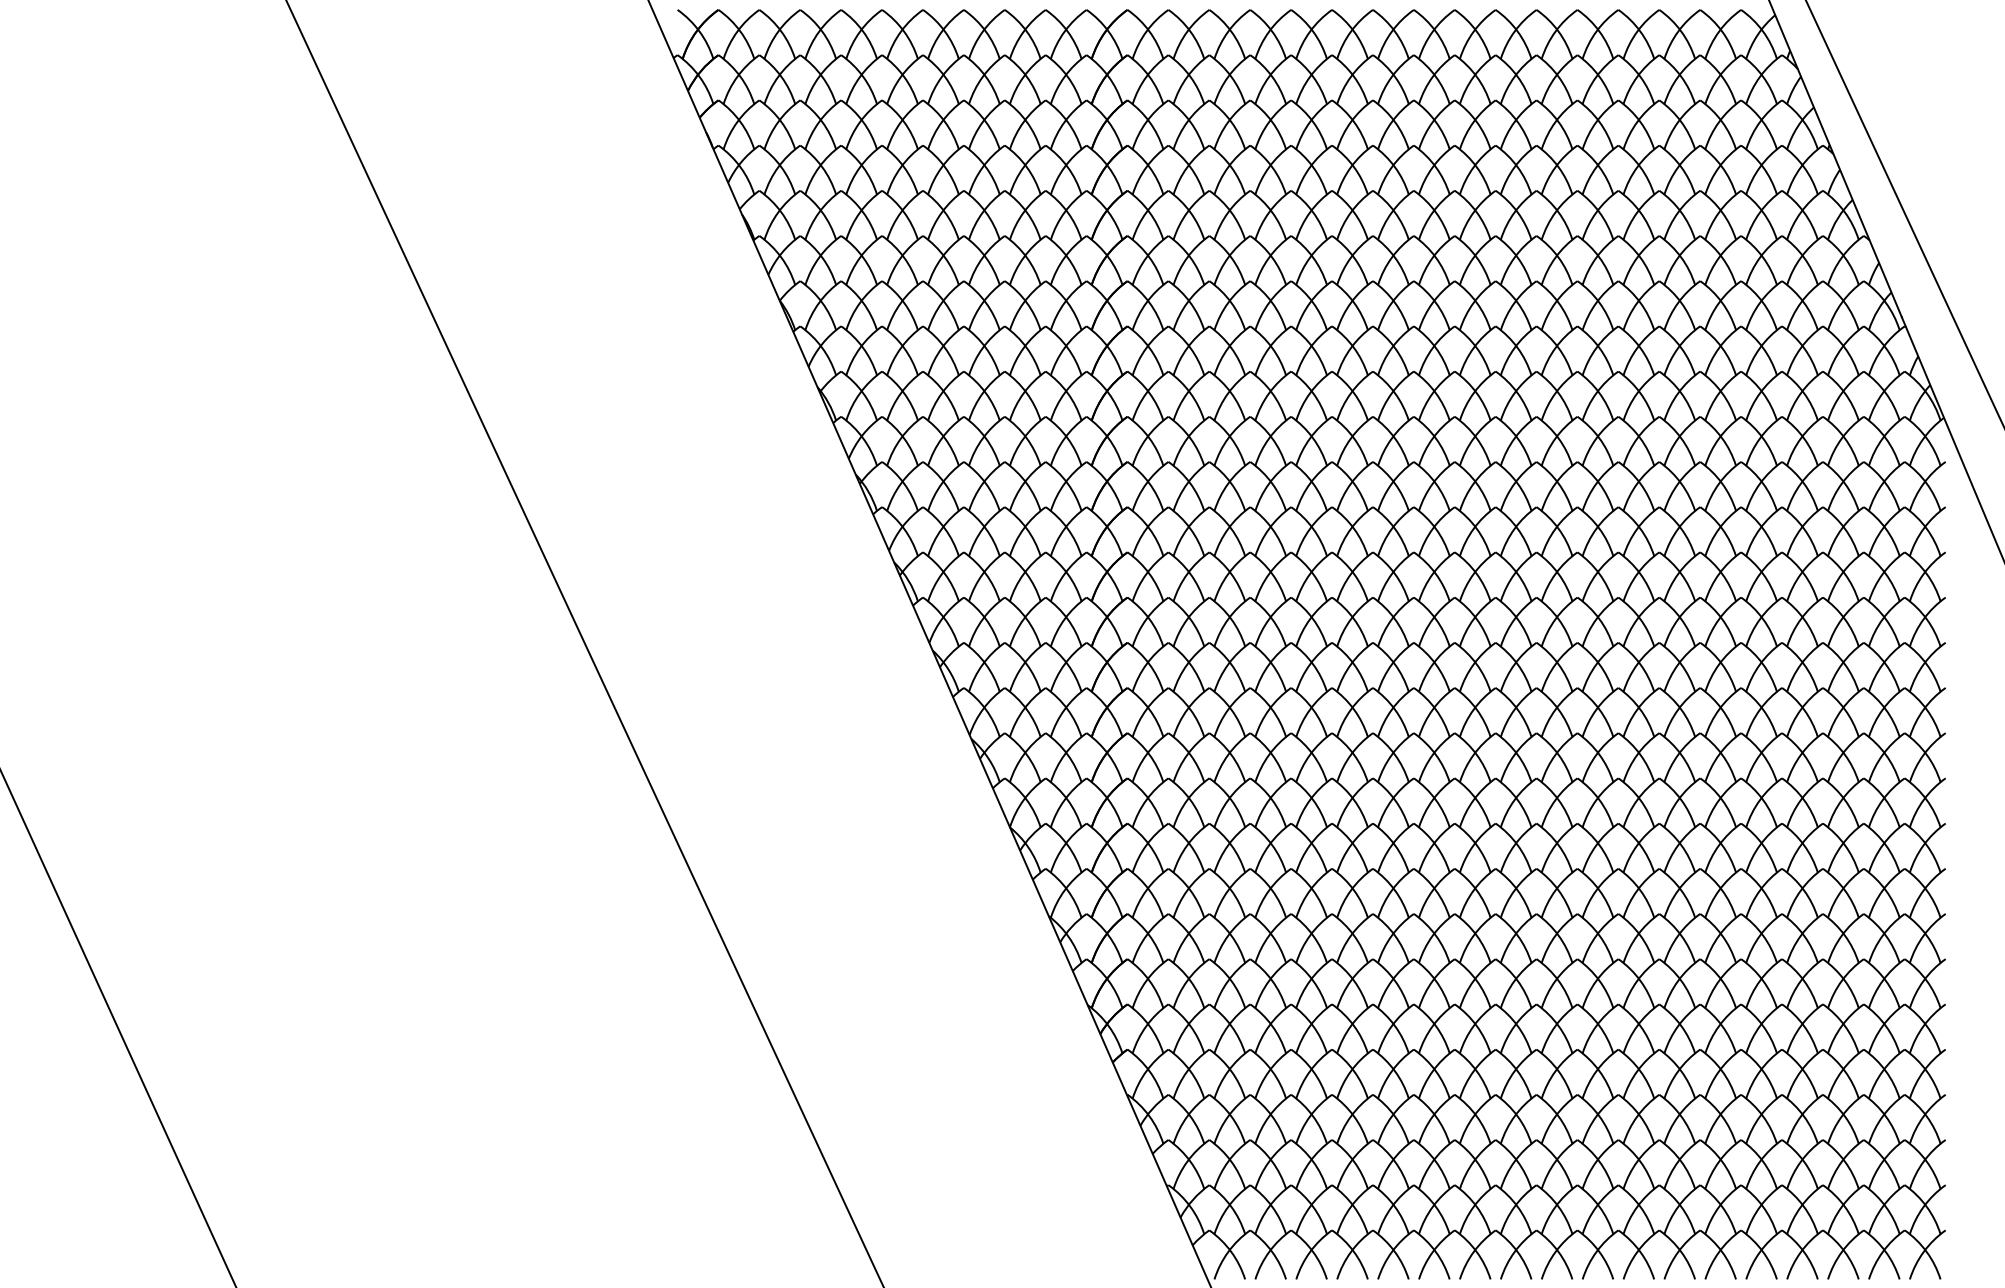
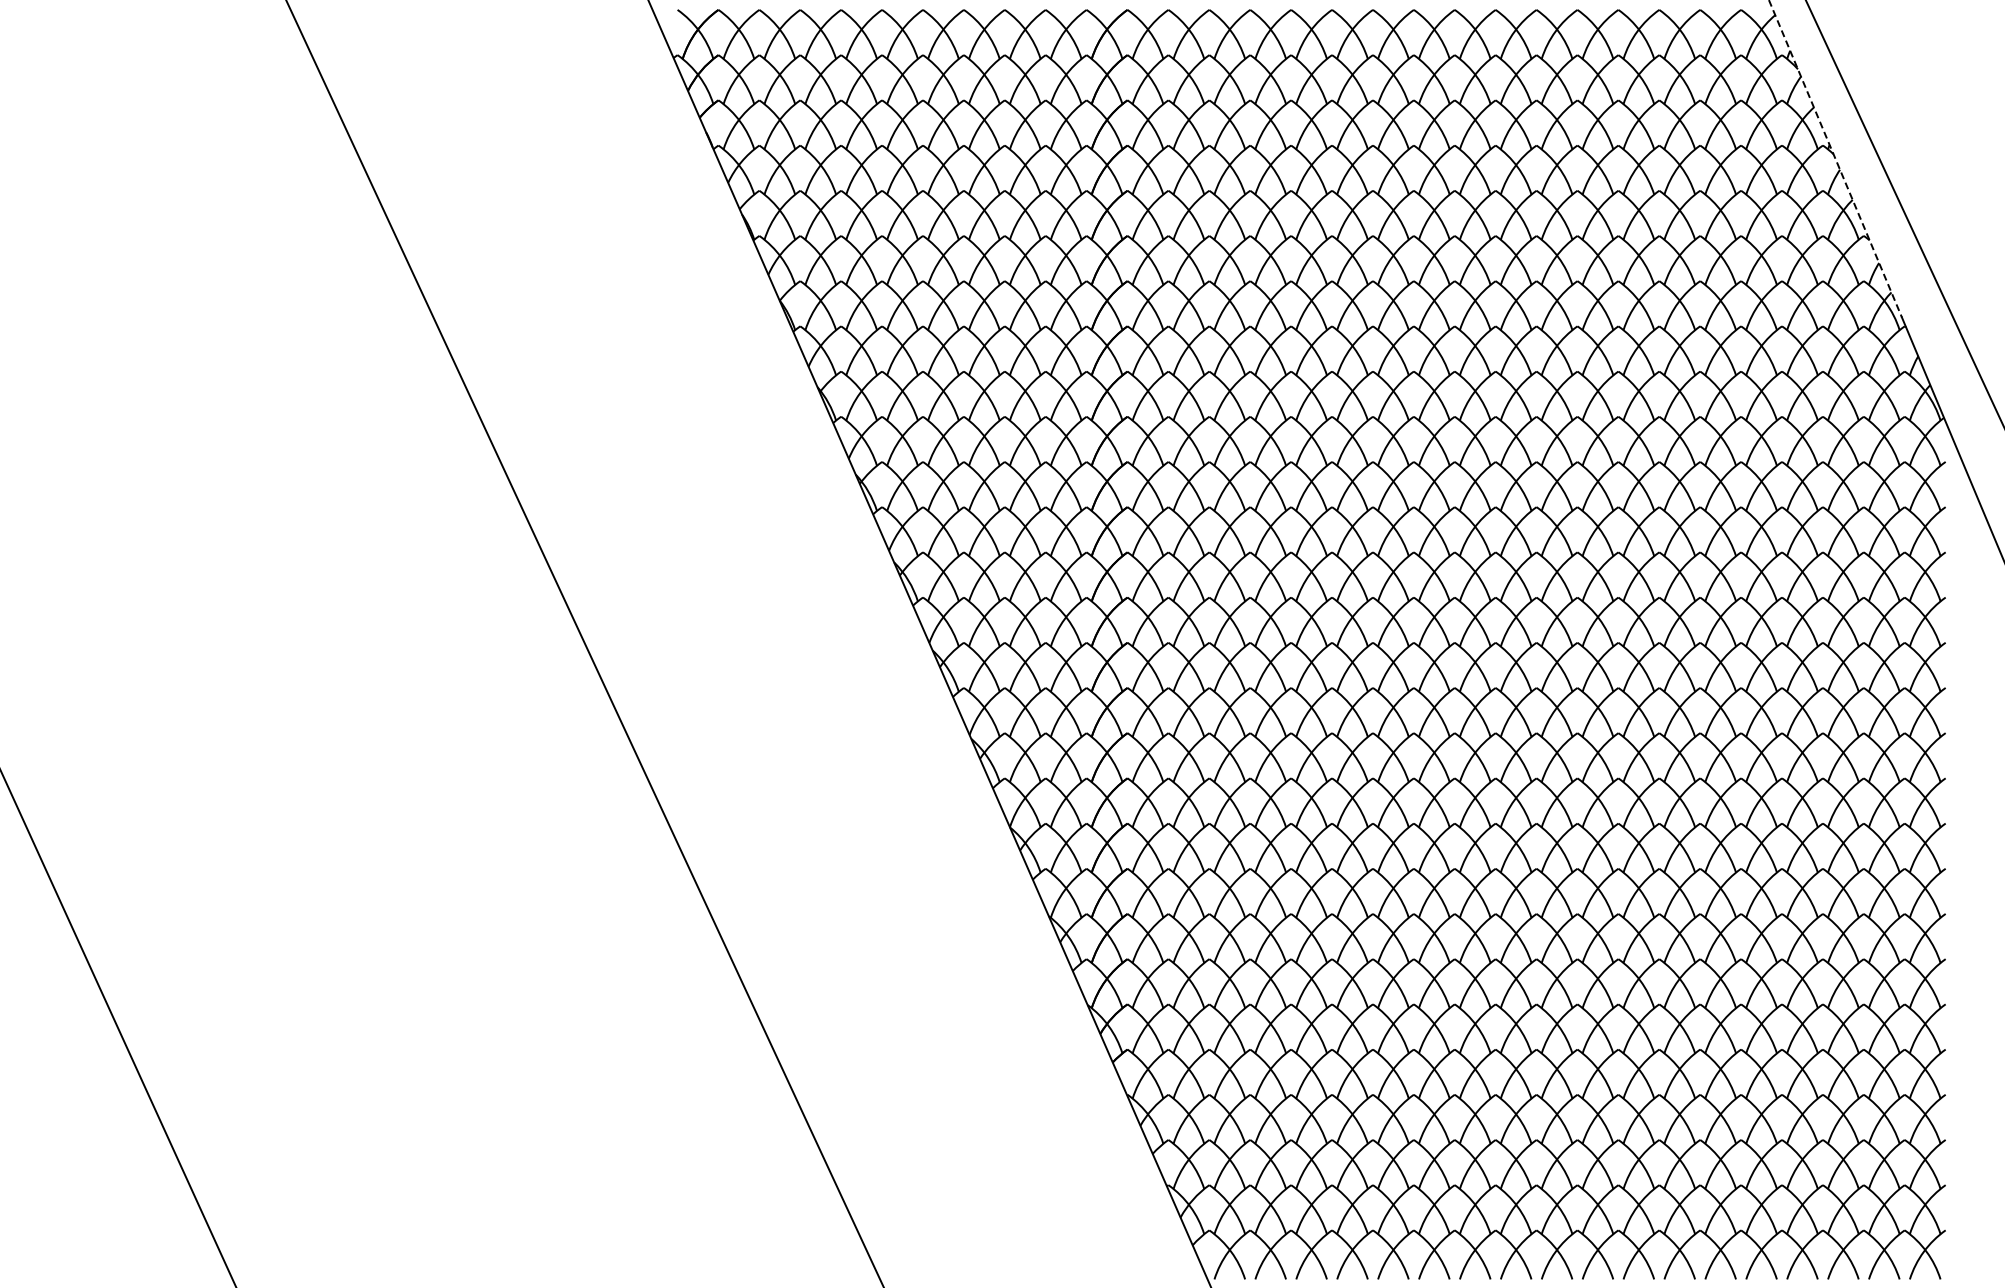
line at (1835, 158): solid -> dashed
